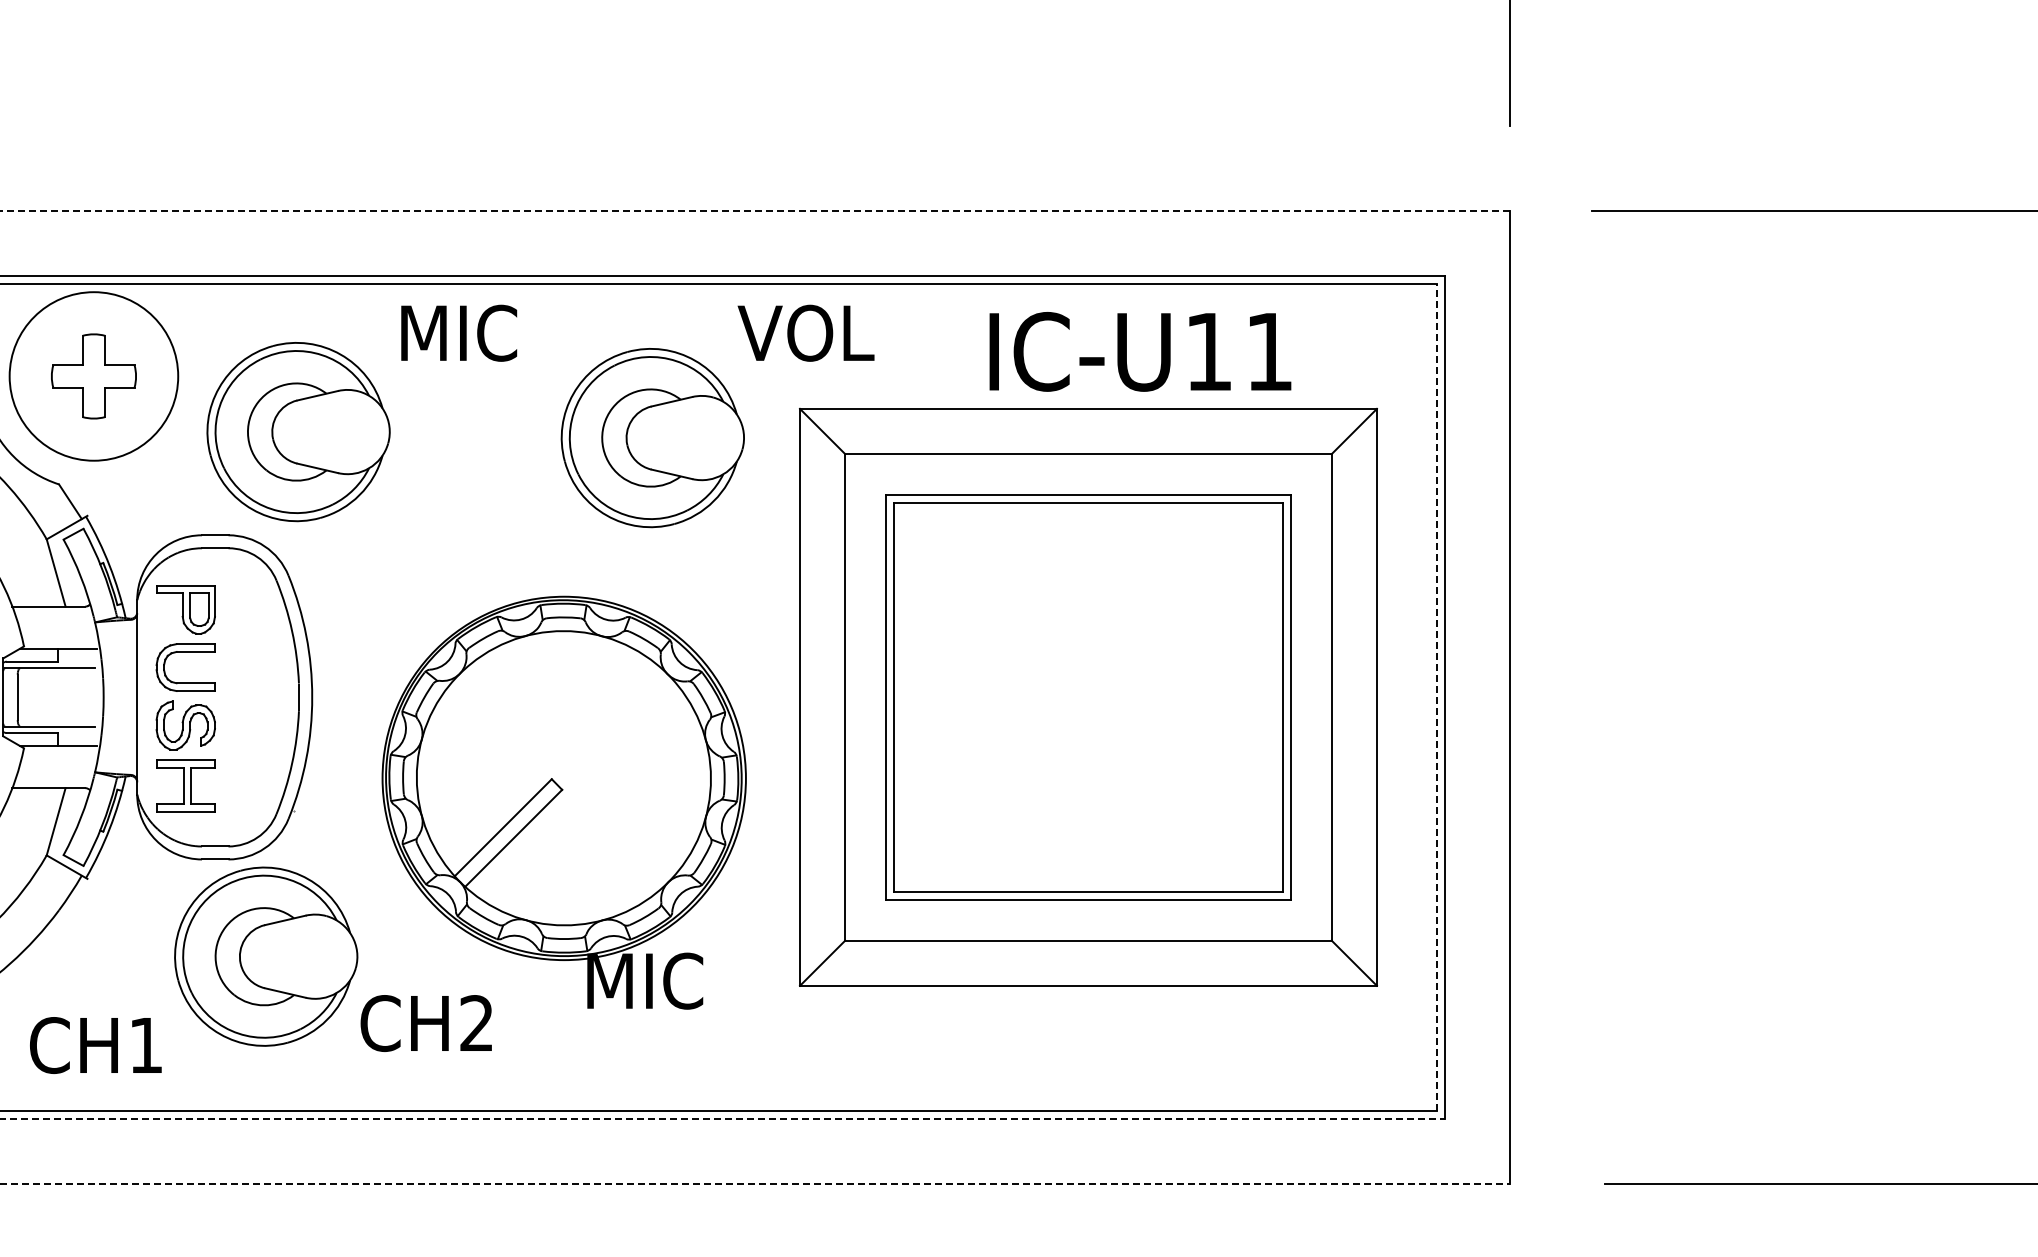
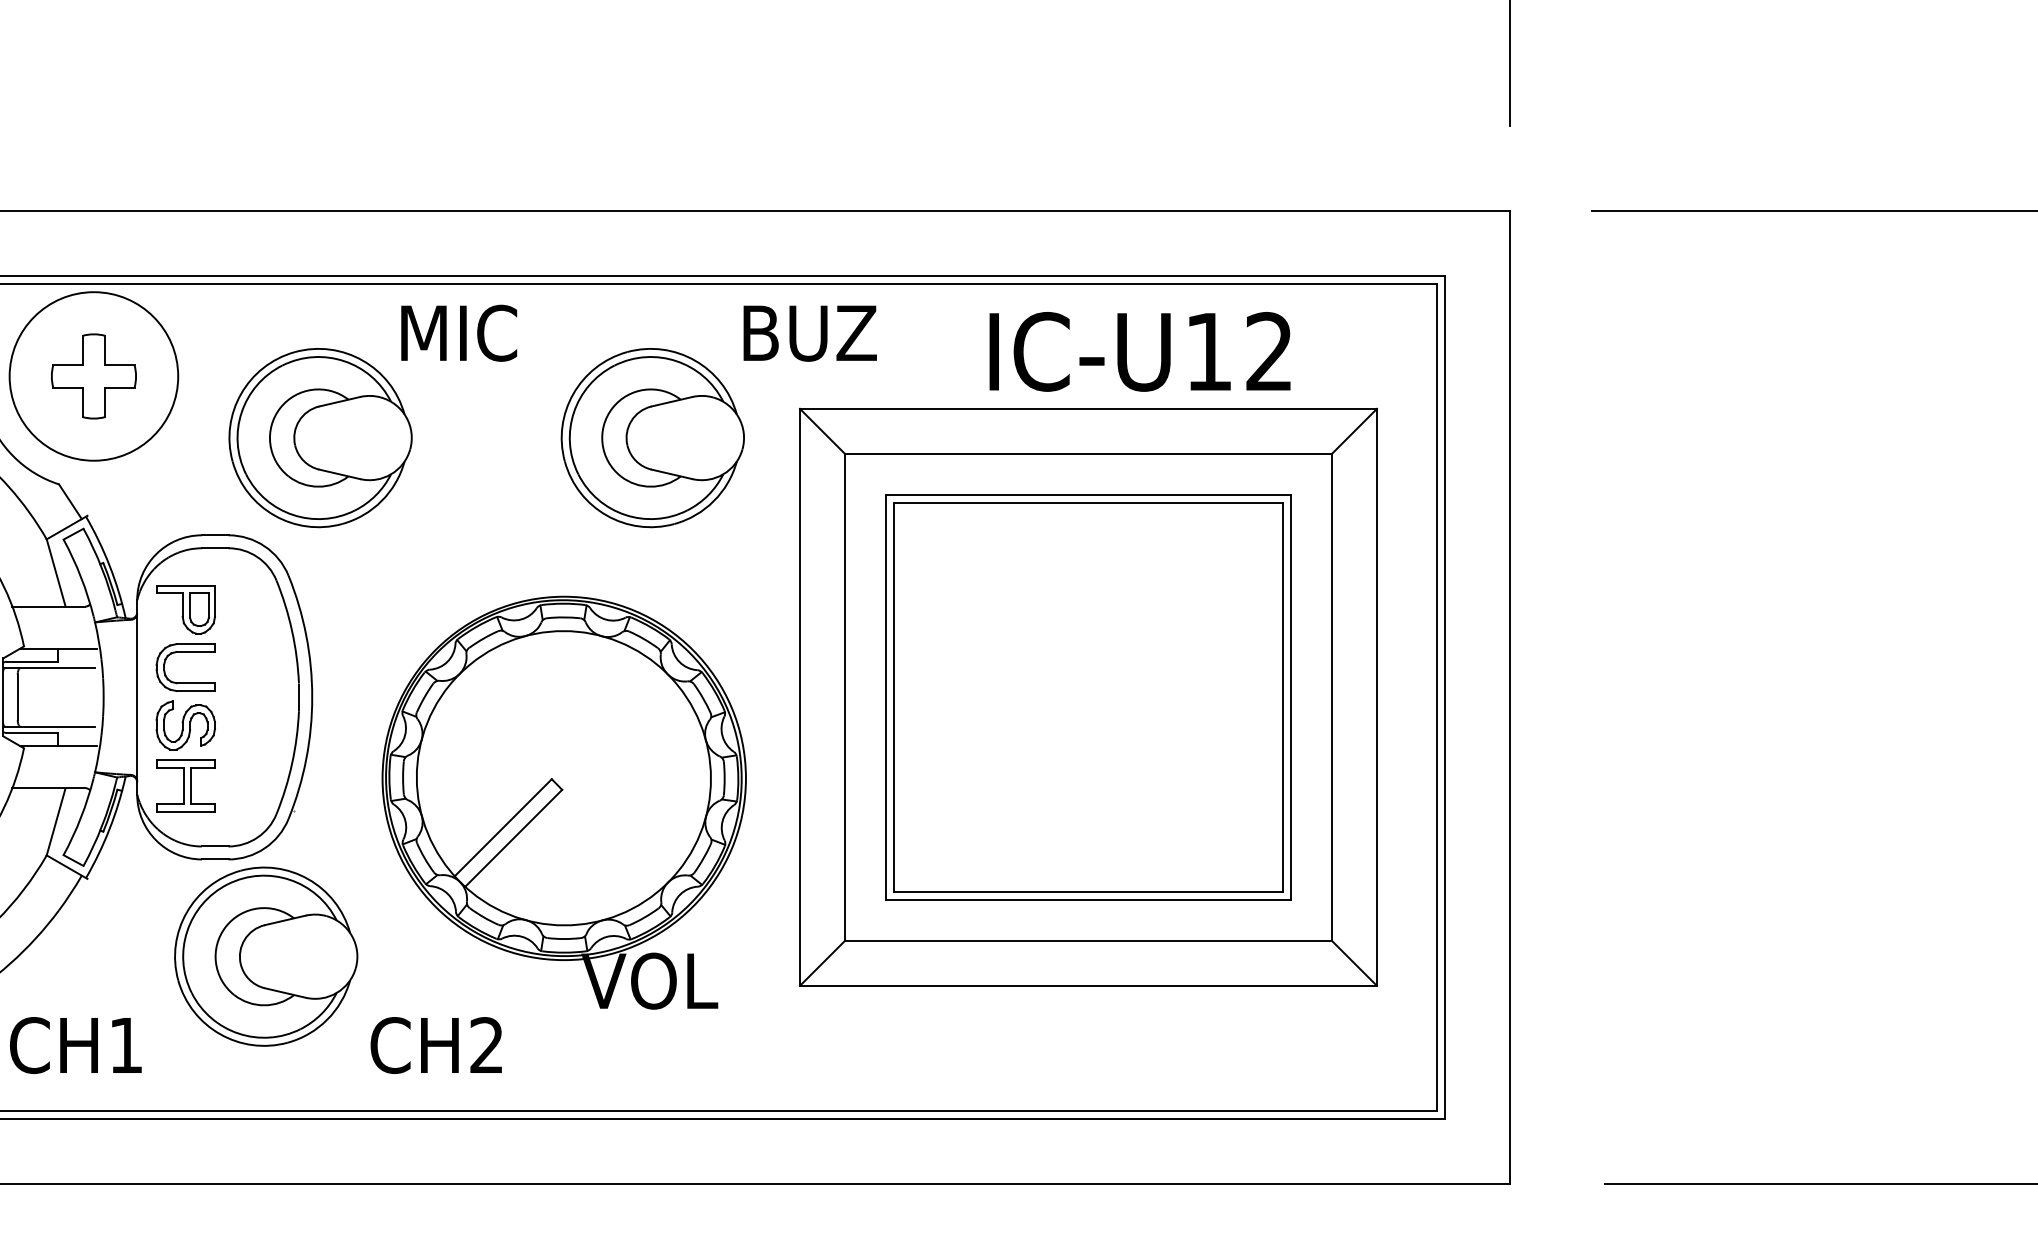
line at (755, 211): dashed -> solid
text at (806, 332): VOL -> BUZ
text at (1268, 350): IC-U11 -> IC-U12
part at (298, 432) position: (298, 432) -> (320, 438)
line at (1436, 696): dashed -> solid
text at (649, 980): MIC -> VOL
text at (425, 1023) position: (425, 1023) -> (435, 1045)
text at (95, 1045) position: (95, 1045) -> (75, 1045)
line at (723, 1118): dashed -> solid
line at (755, 1183): dashed -> solid
